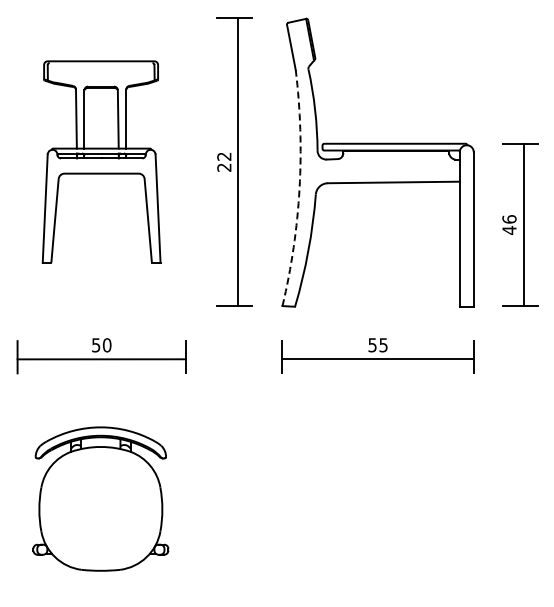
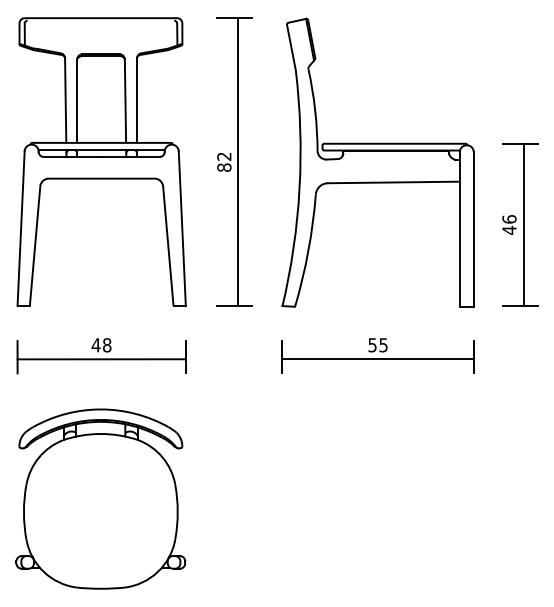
part at (101, 161) size: 121x204 px -> 171x290 px
text at (224, 167): 22 -> 82
arc at (299, 188): dashed -> solid
text at (101, 345): 50 -> 48
part at (100, 498) size: 138x146 px -> 172x182 px
